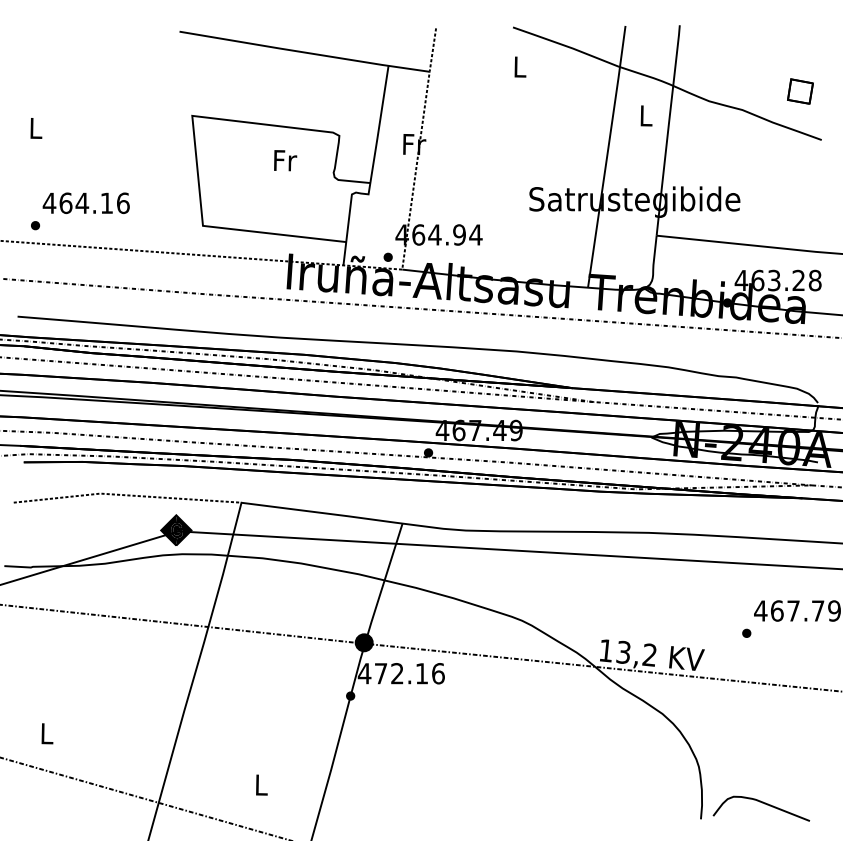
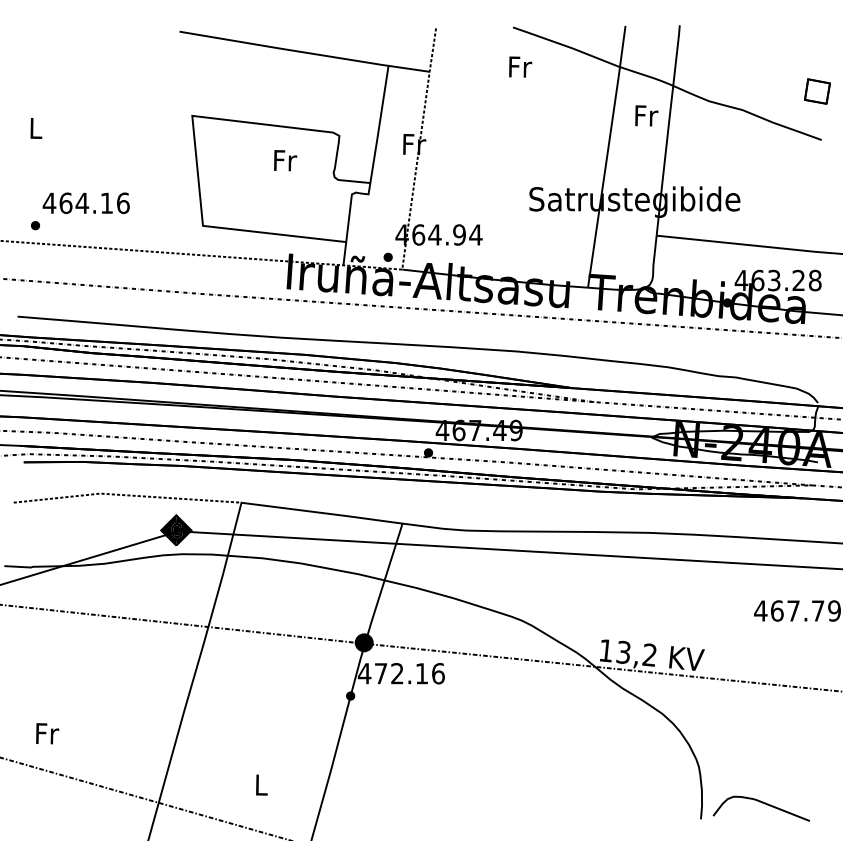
text at (520, 66): L -> Fr
part at (800, 91) position: (800, 91) -> (817, 91)
text at (646, 115): L -> Fr
part at (746, 632): present -> none
text at (47, 733): L -> Fr
